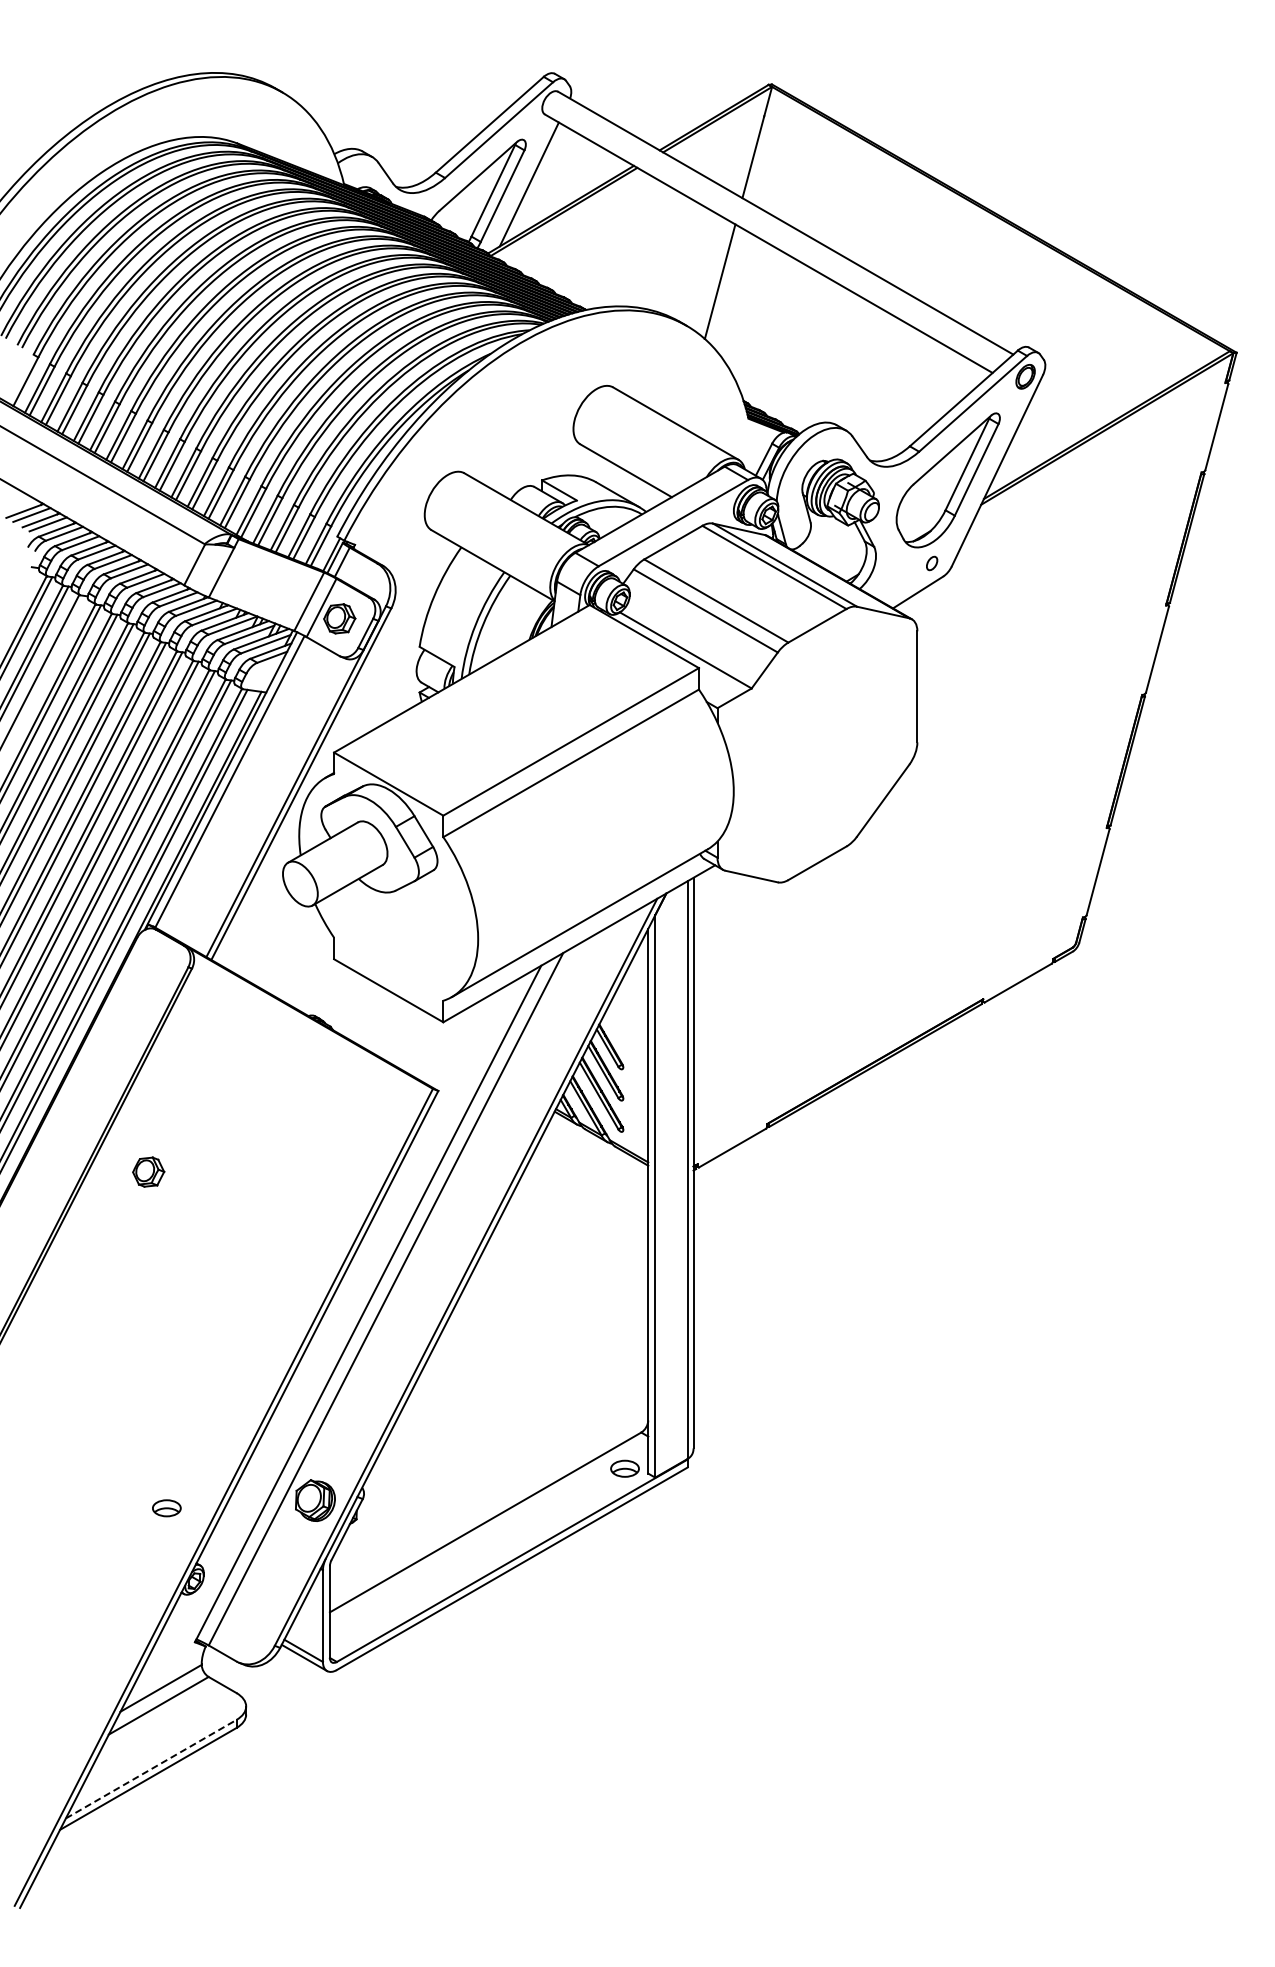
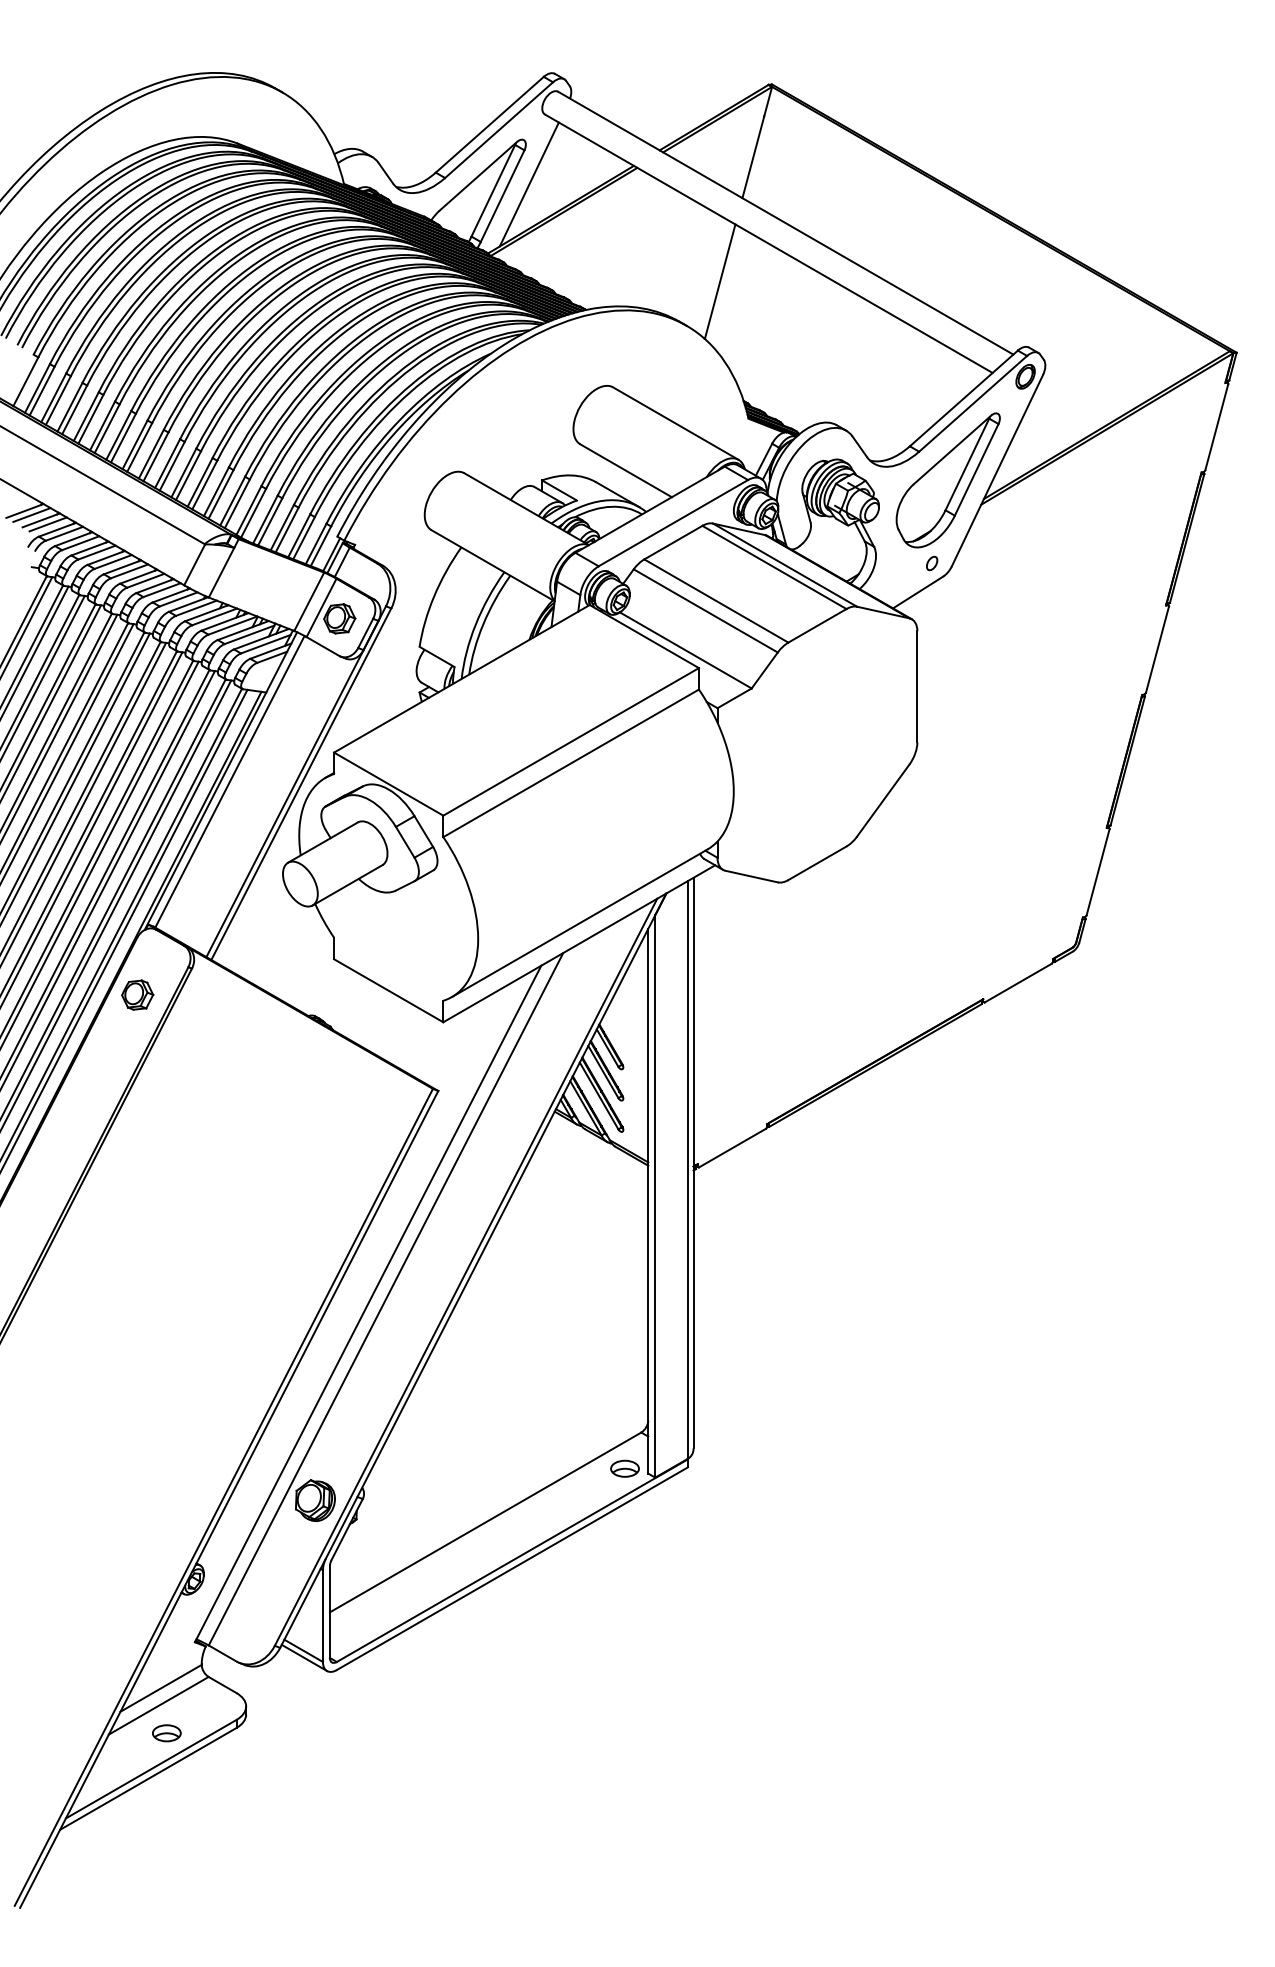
line at (43, 676): none -> present
part at (148, 1171) position: (148, 1171) -> (137, 994)
part at (166, 1508) position: (166, 1508) -> (166, 1733)
line at (151, 1769): dashed -> solid
